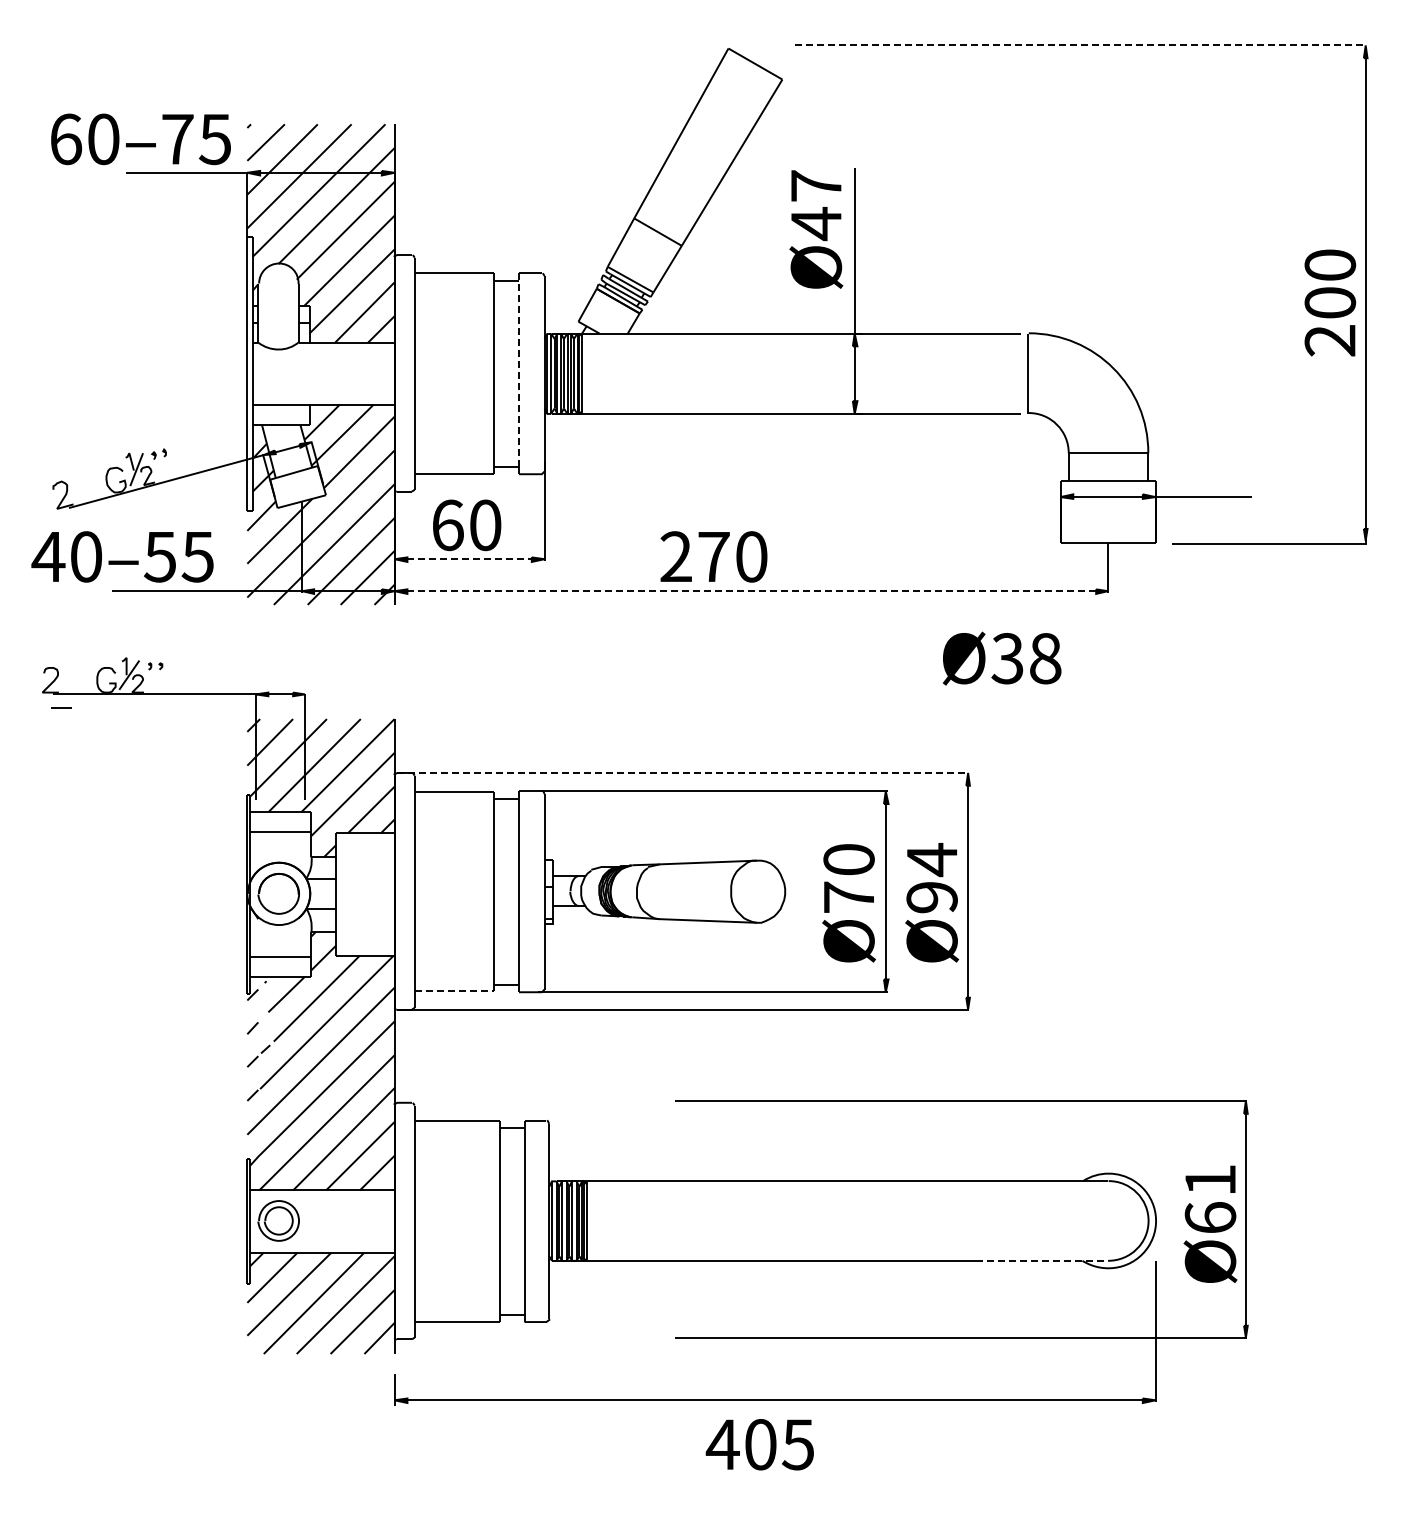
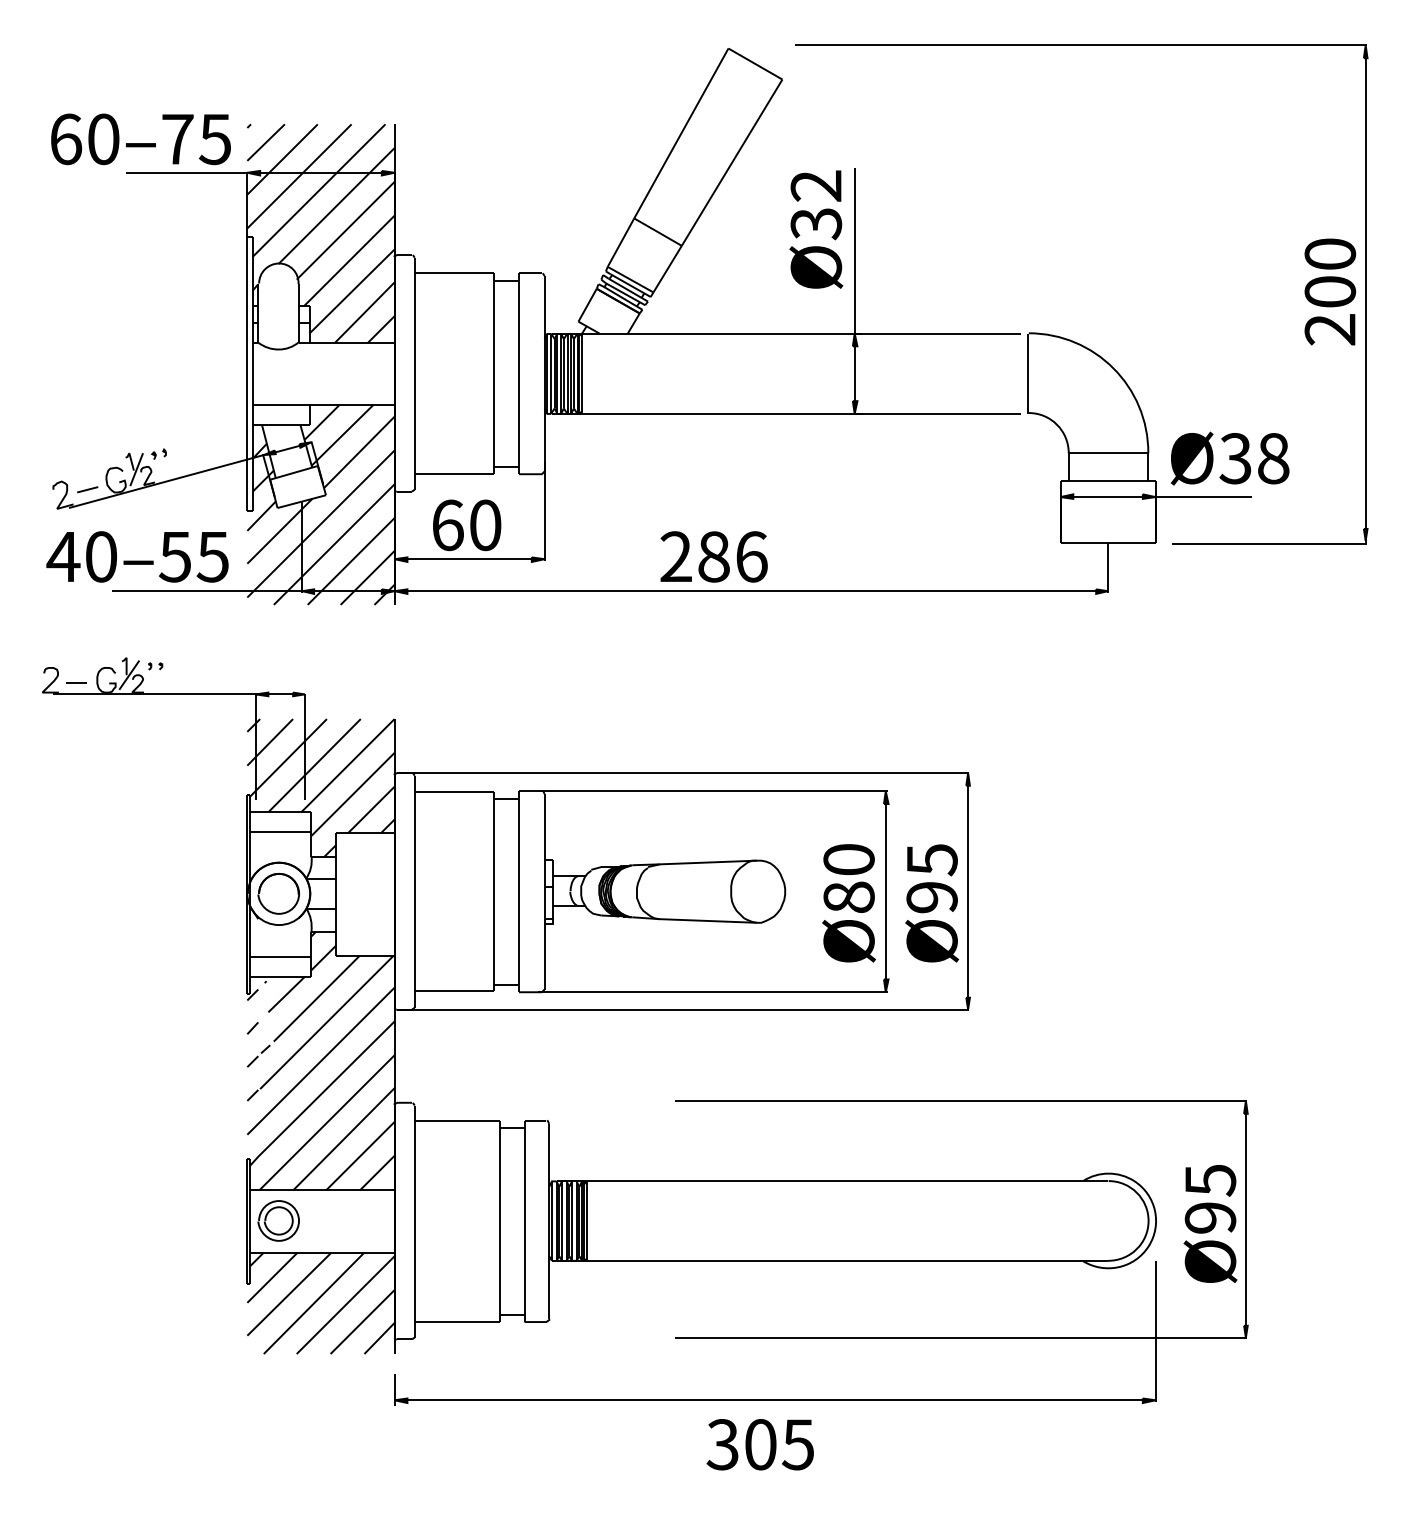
line at (1080, 45): dashed -> solid
text at (816, 205): Ø47 -> Ø32
text at (1330, 302) position: (1330, 302) -> (1330, 291)
line at (519, 369): dashed -> solid
line at (87, 489): none -> present
text at (122, 556) position: (122, 556) -> (137, 556)
text at (732, 556): 270 -> 286
line at (470, 559): dashed -> solid
line at (752, 591): dashed -> solid
text at (1002, 658) position: (1002, 658) -> (1230, 458)
line at (61, 707) position: (61, 707) -> (76, 682)
line at (683, 772): dashed -> solid
text at (932, 860): Ø94 -> Ø95
text at (848, 896): Ø70 -> Ø80
line at (454, 991): dashed -> solid
text at (1210, 1199): Ø61 -> Ø95
line at (1042, 1260): dashed -> solid
text at (722, 1444): 405 -> 305
